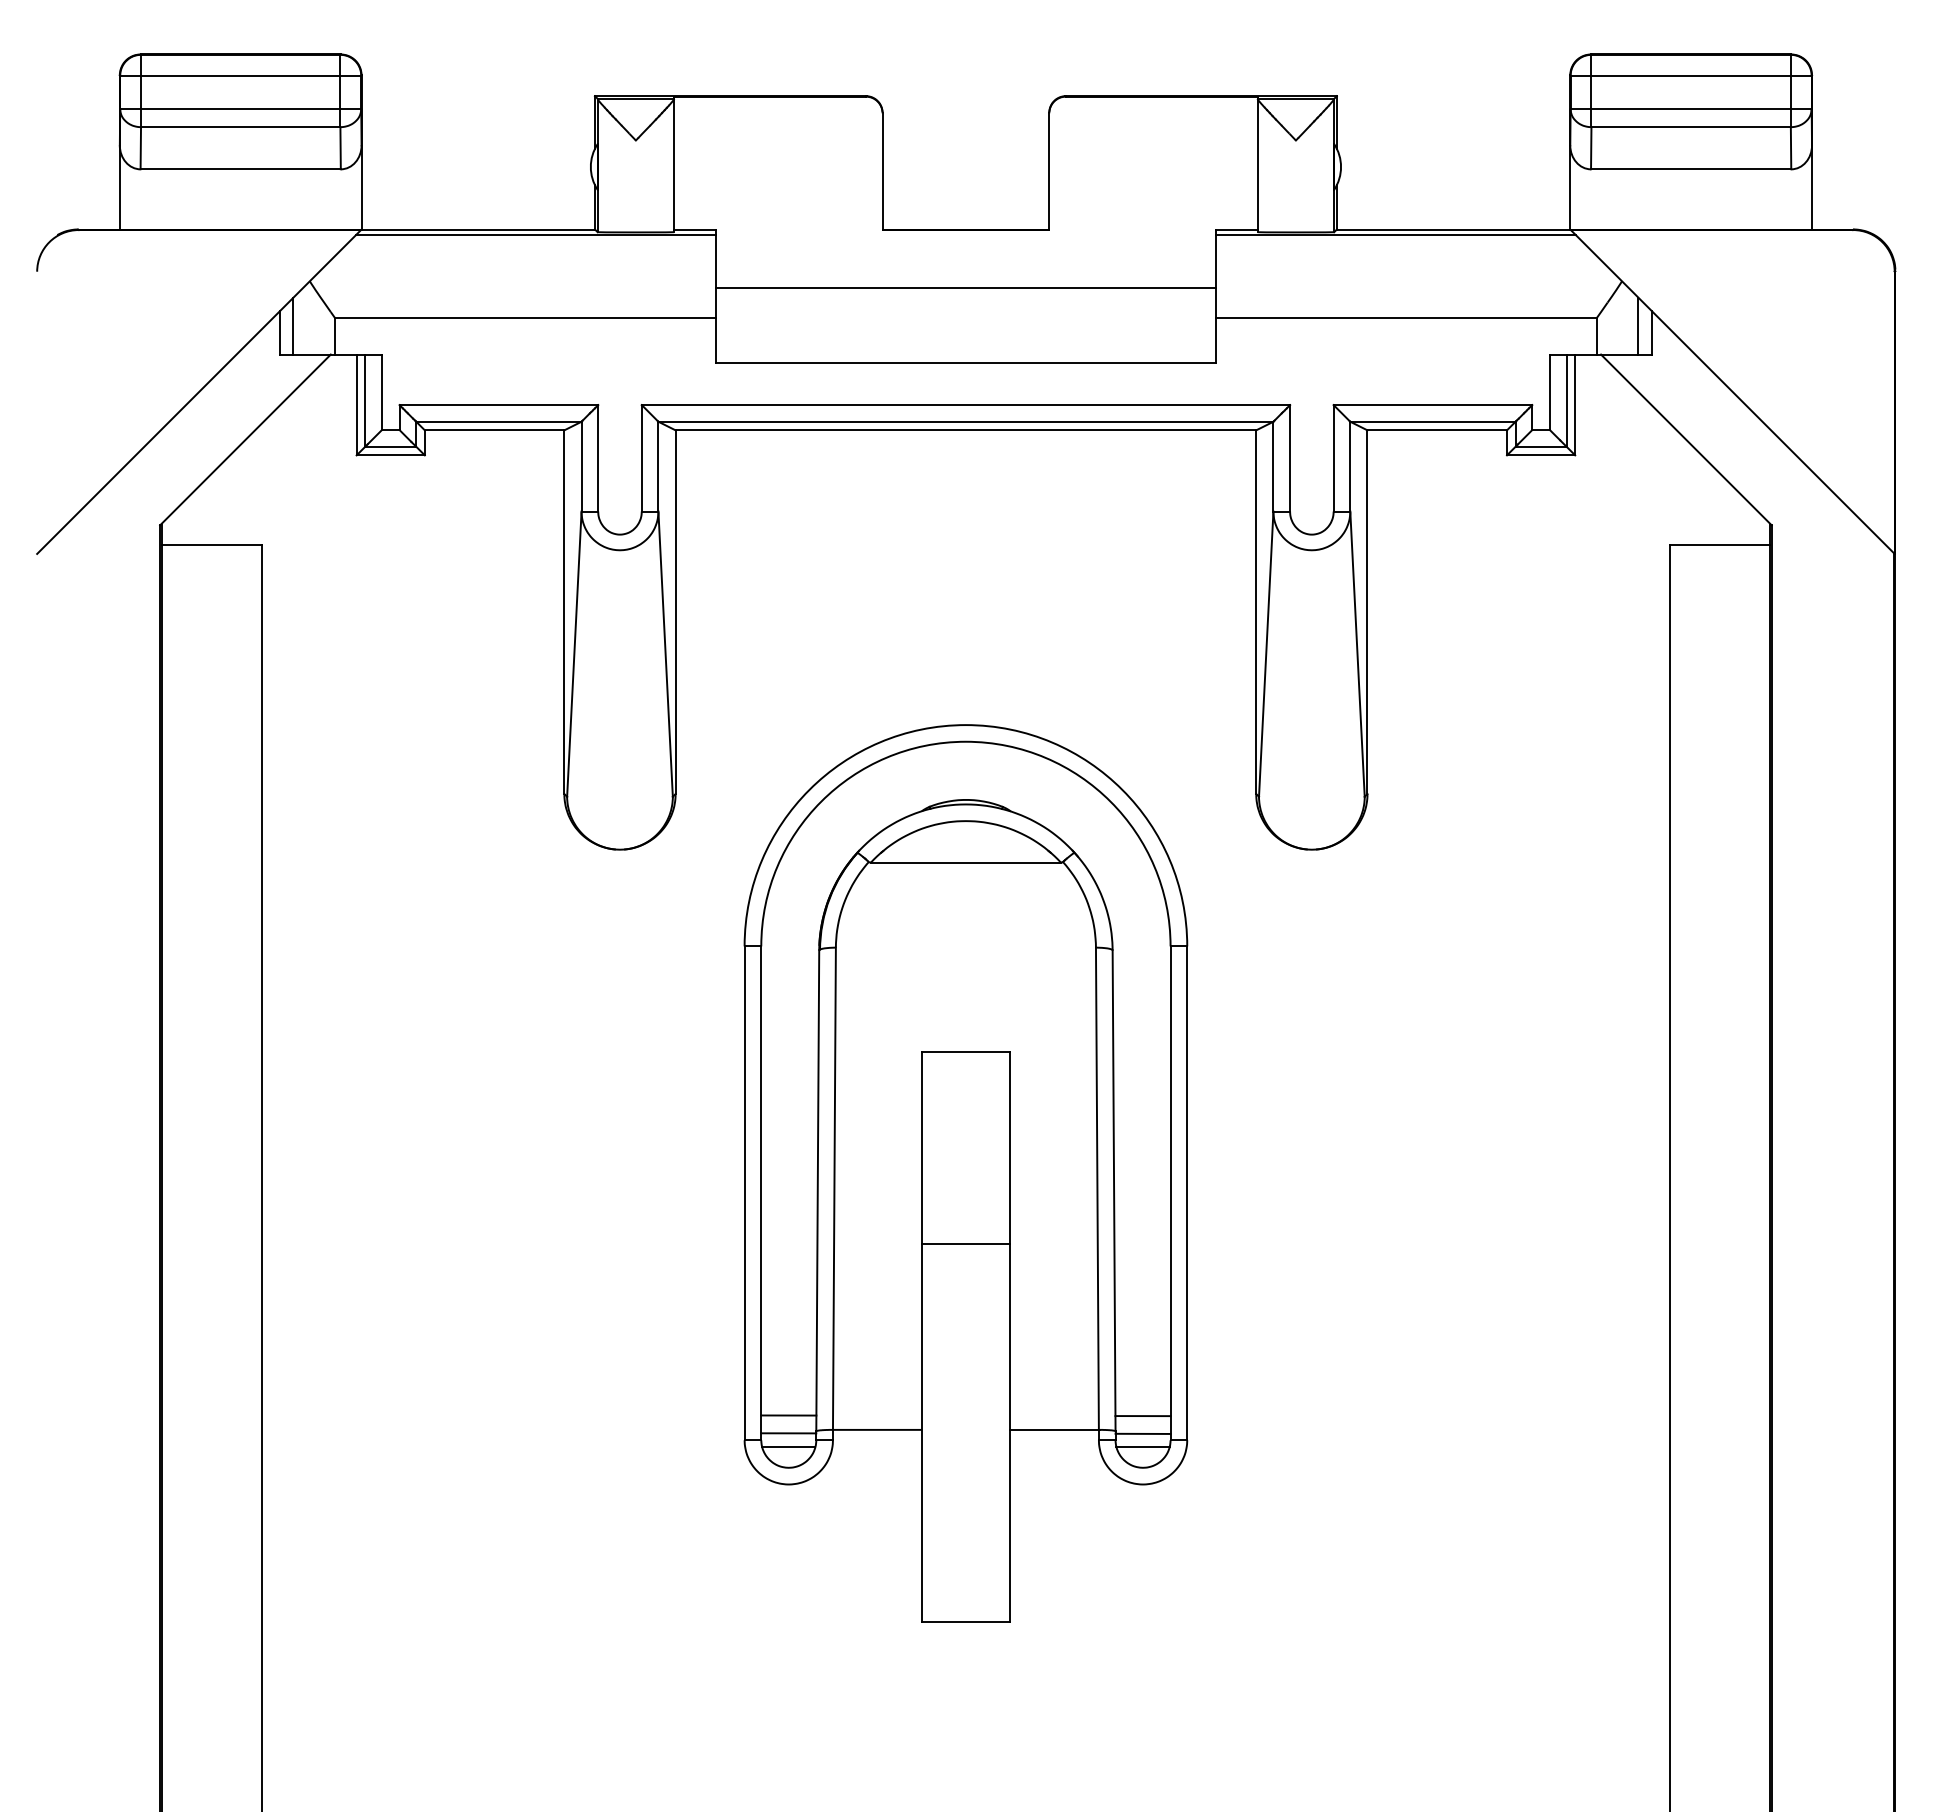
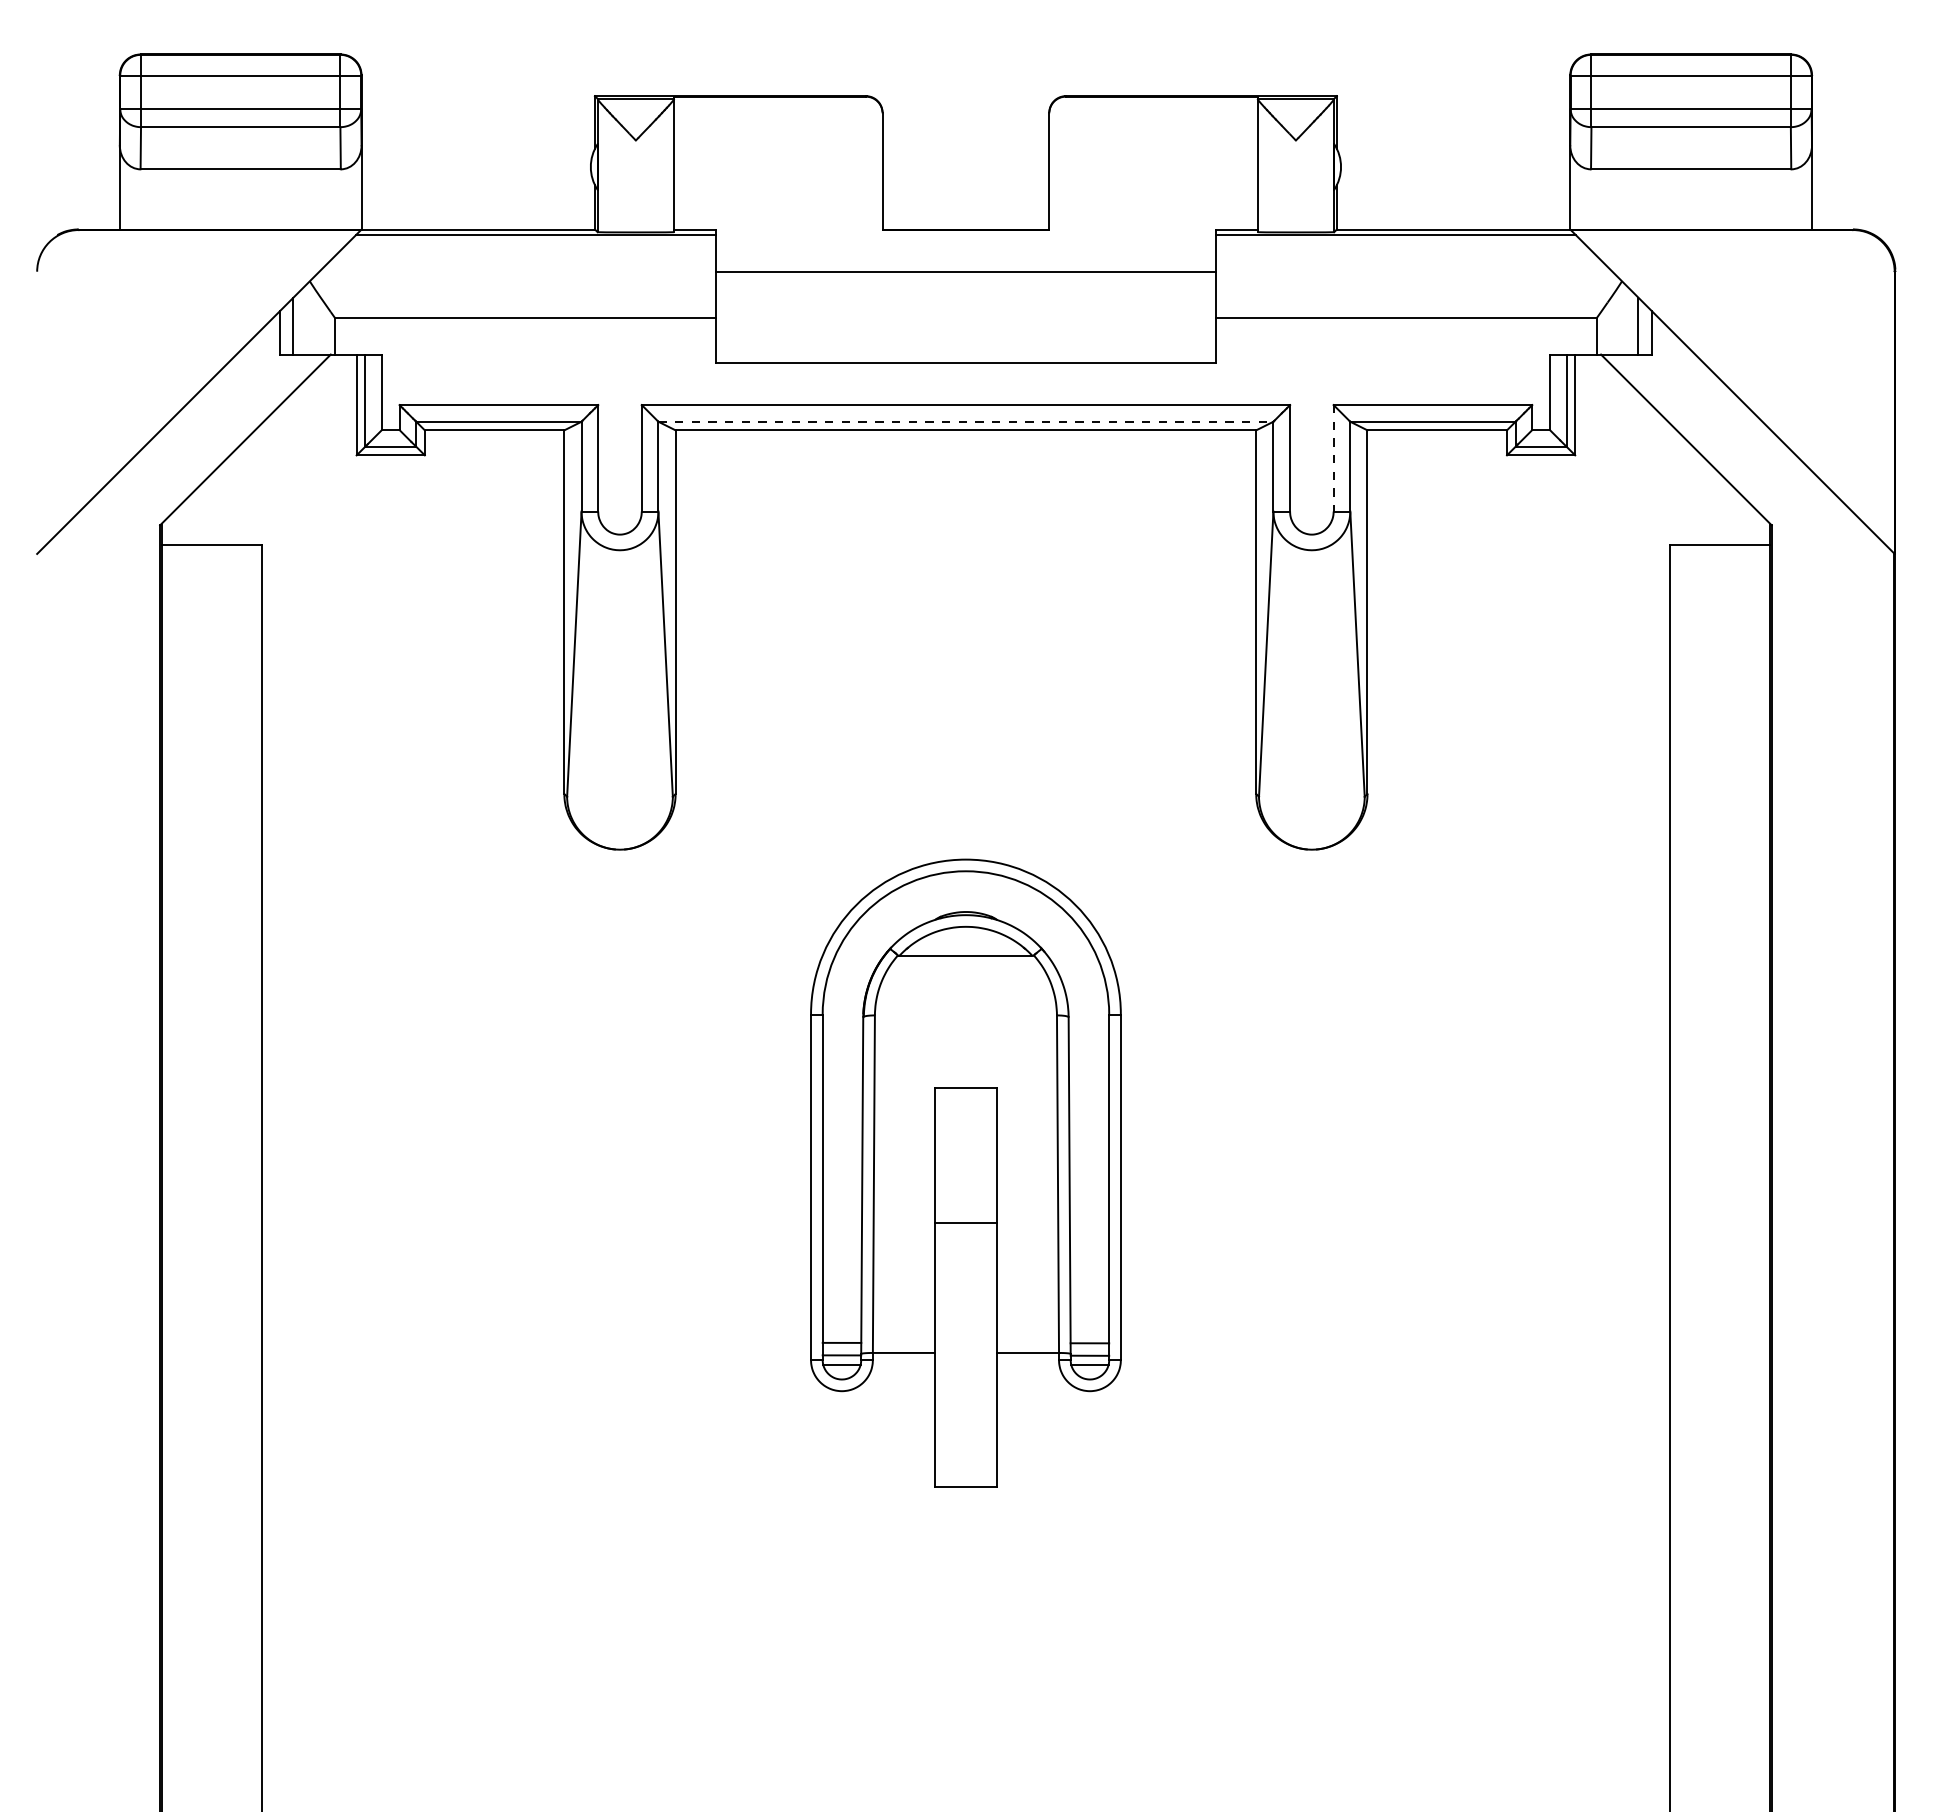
line at (965, 287) position: (965, 287) -> (965, 271)
line at (965, 421): solid -> dashed
line at (1333, 458): solid -> dashed
part at (965, 1173) size: 446x899 px -> 312x630 px
